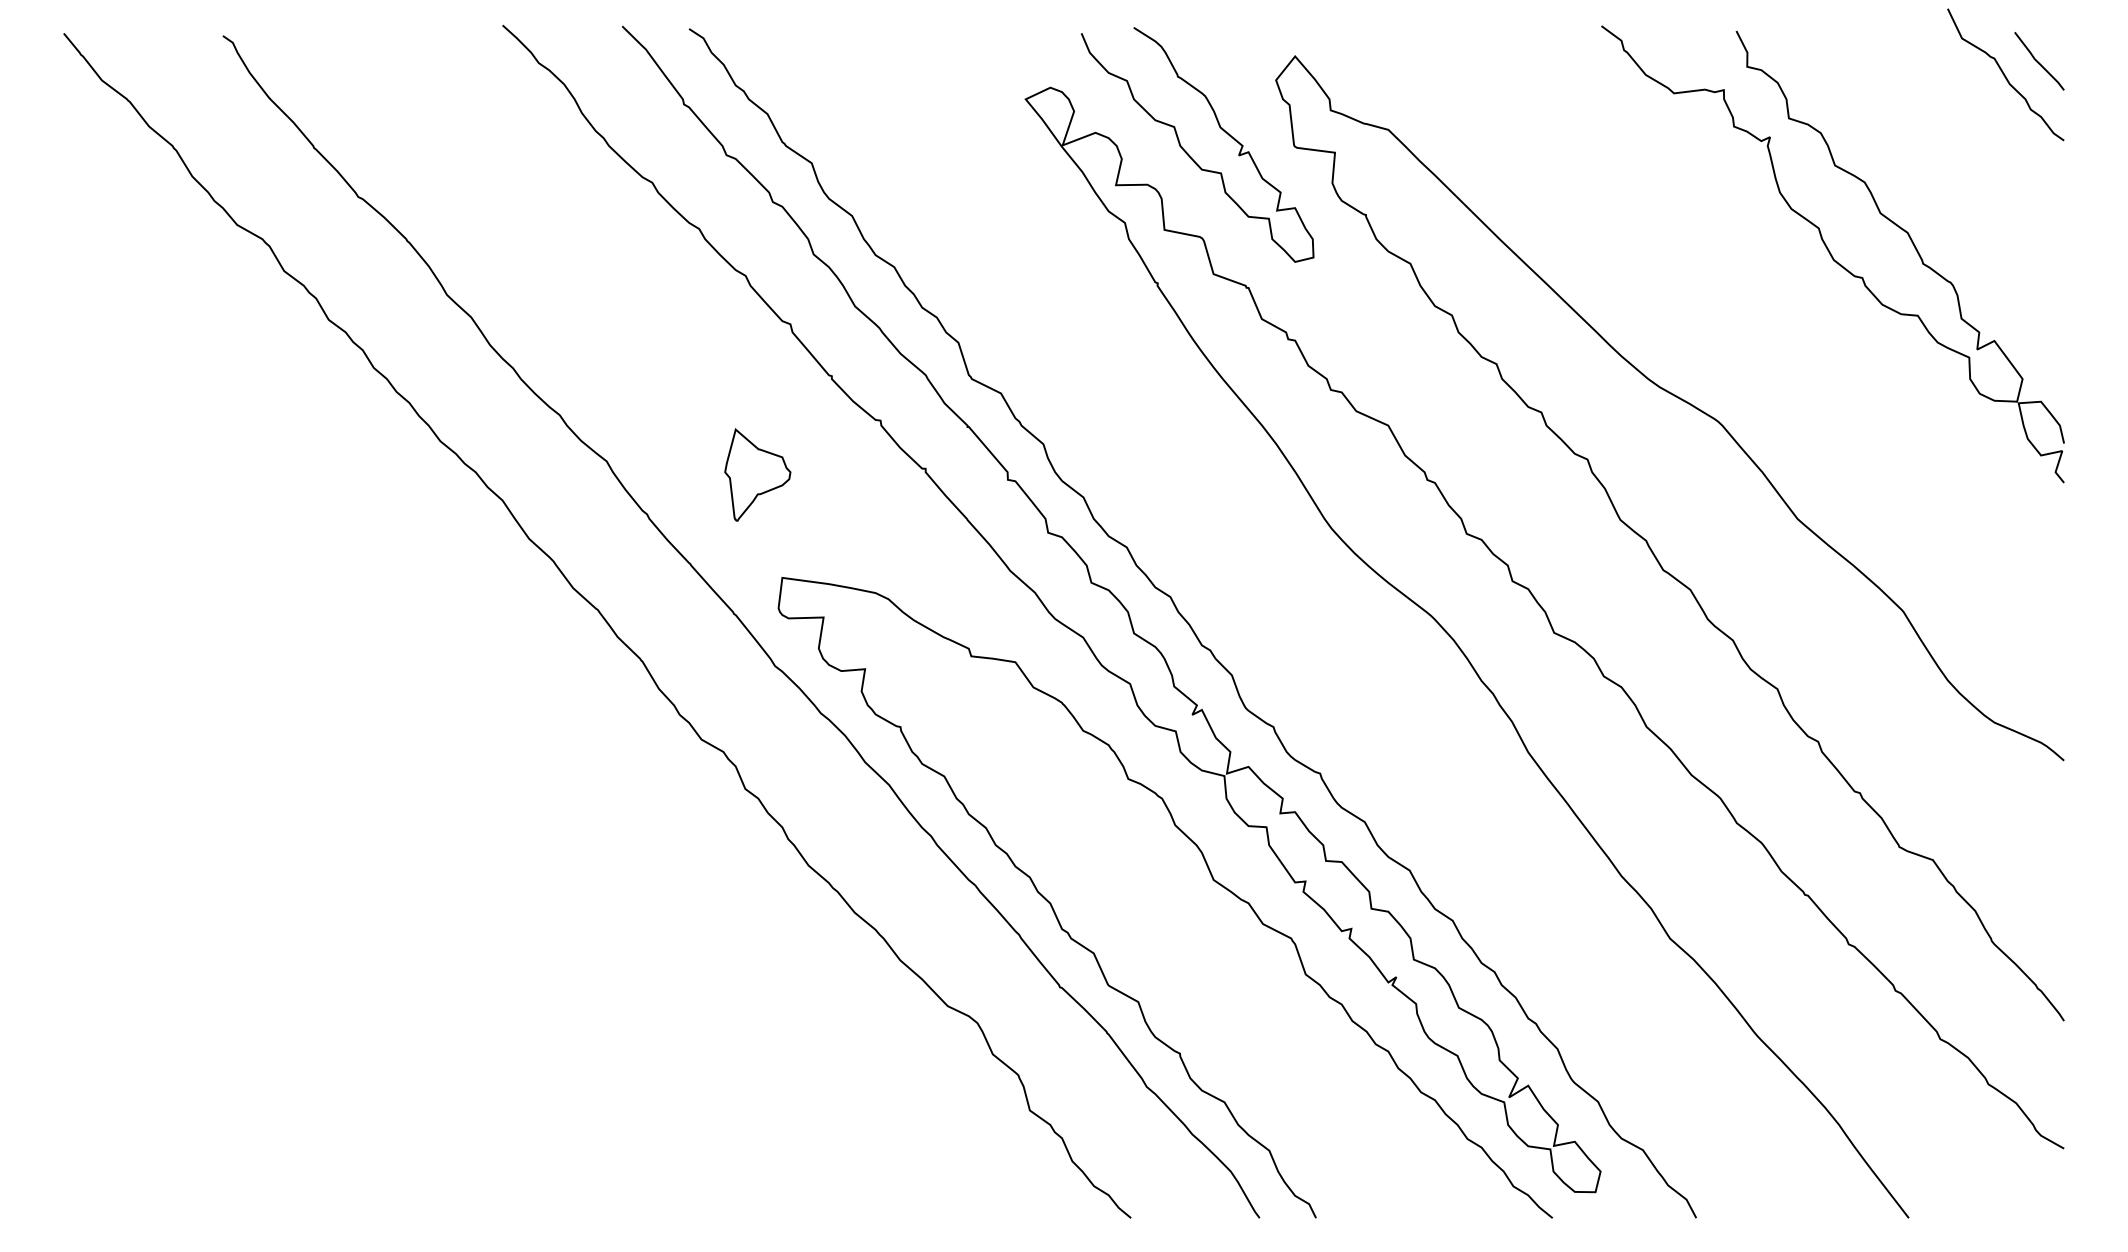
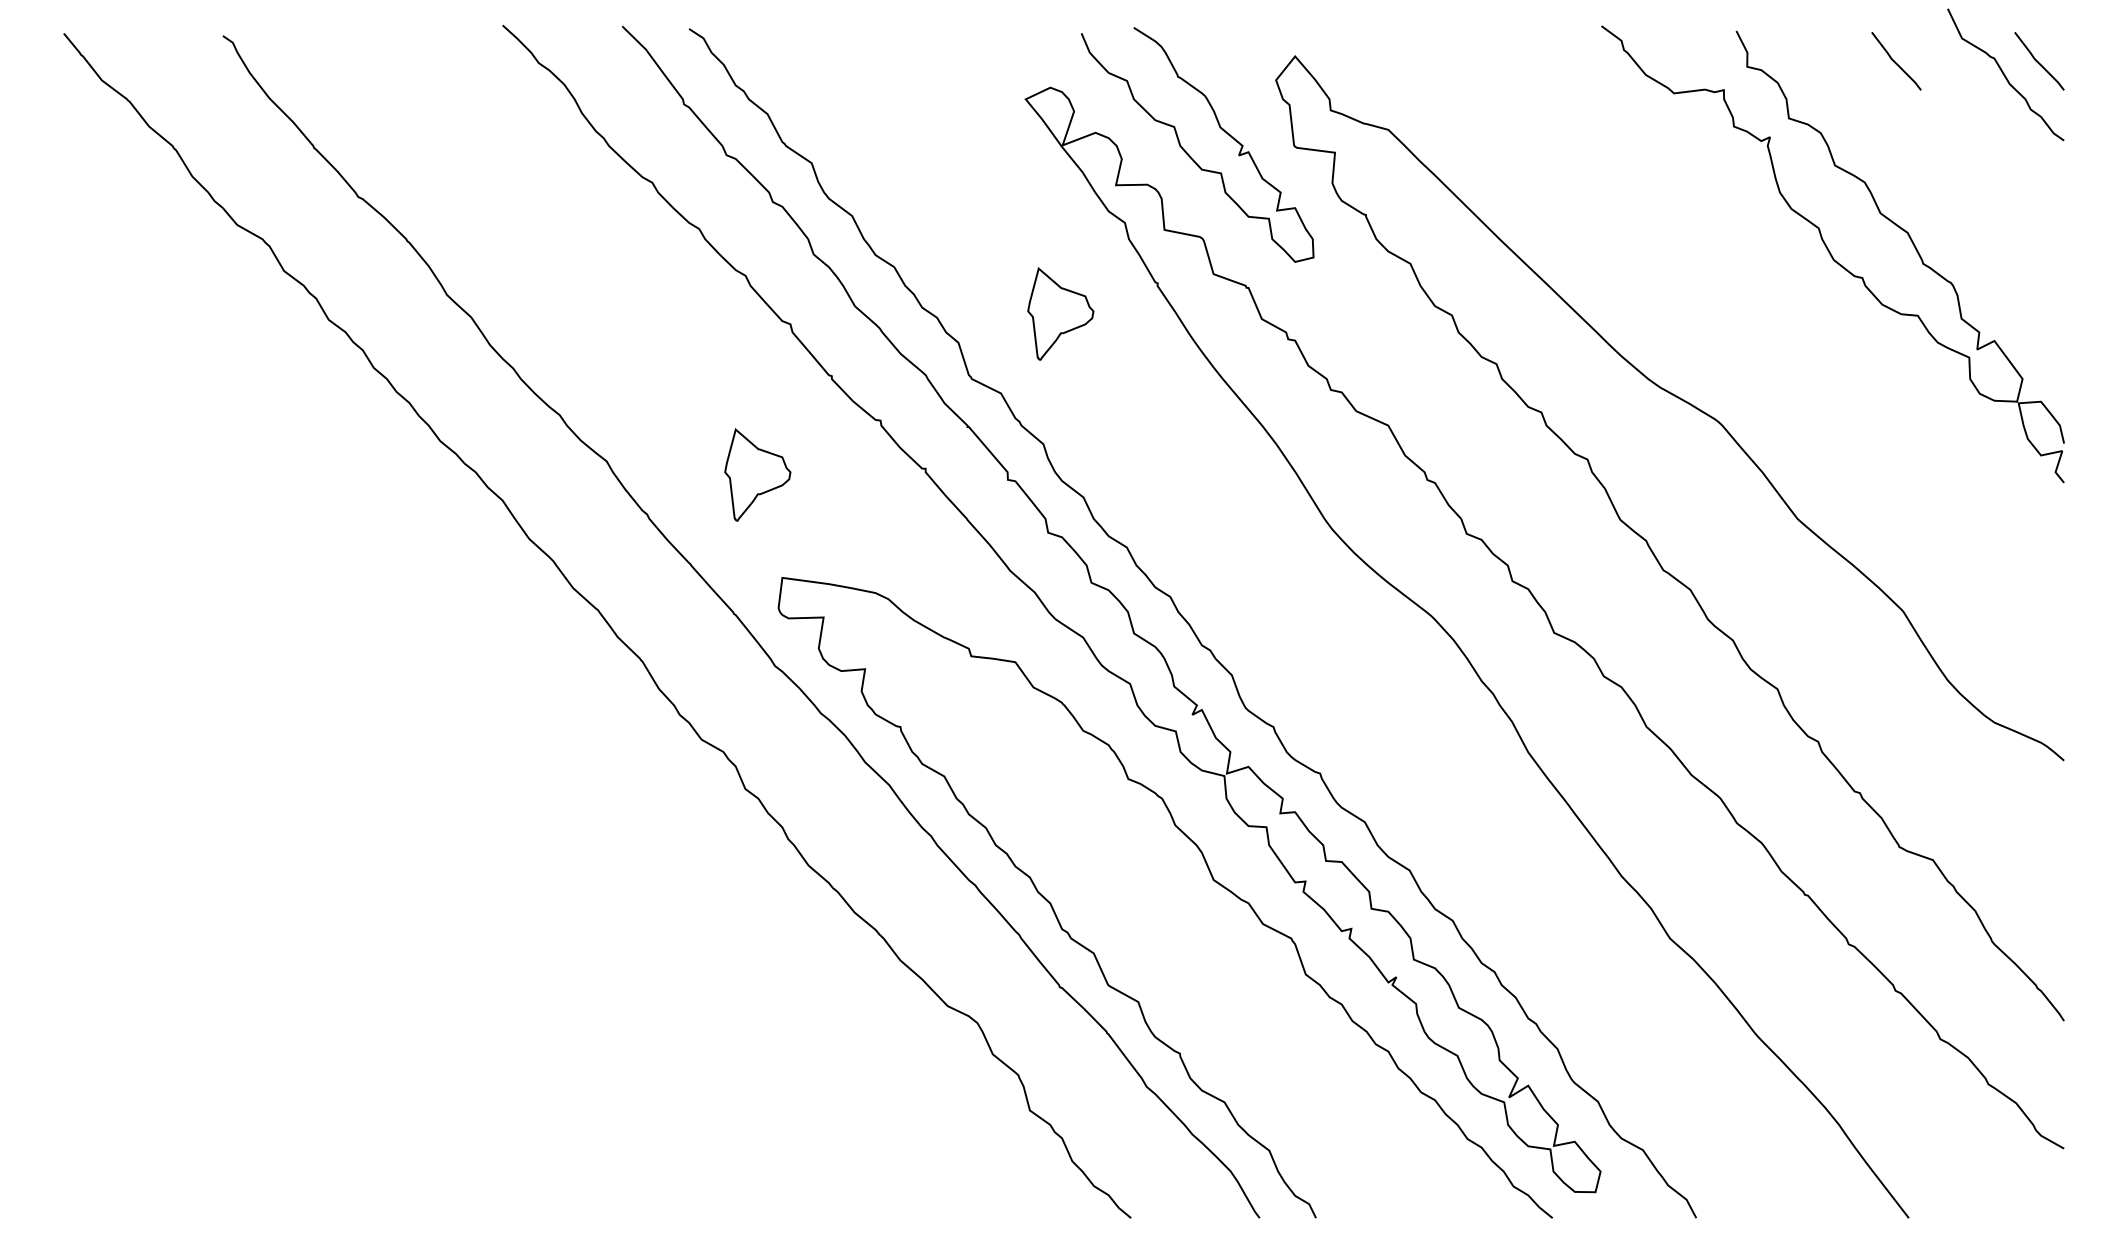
curve at (1895, 61): none -> present
part at (1060, 313): none -> present
